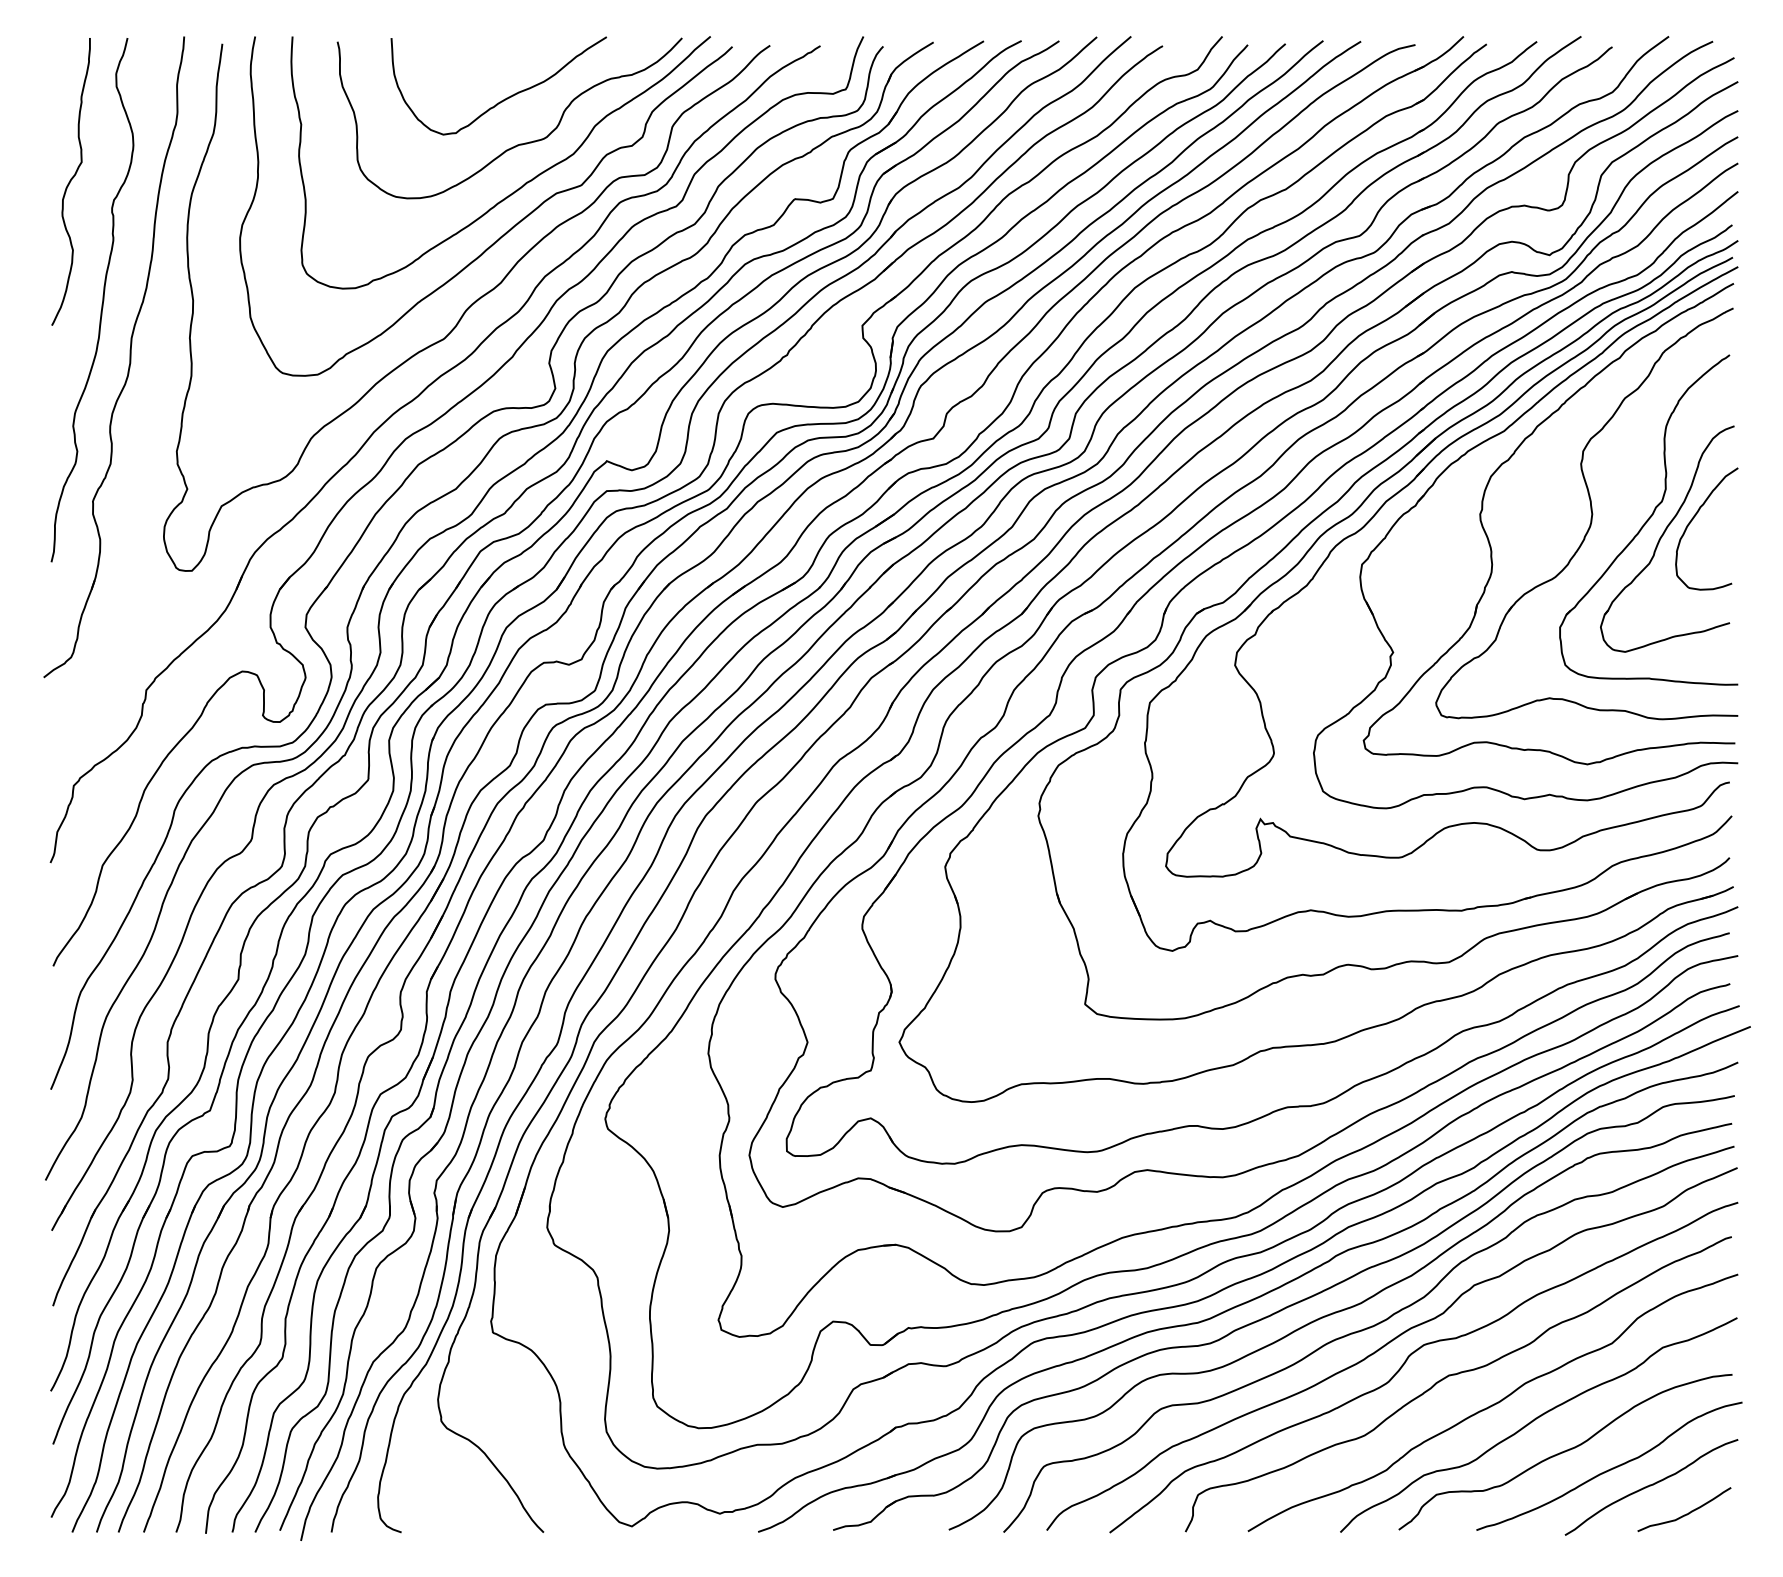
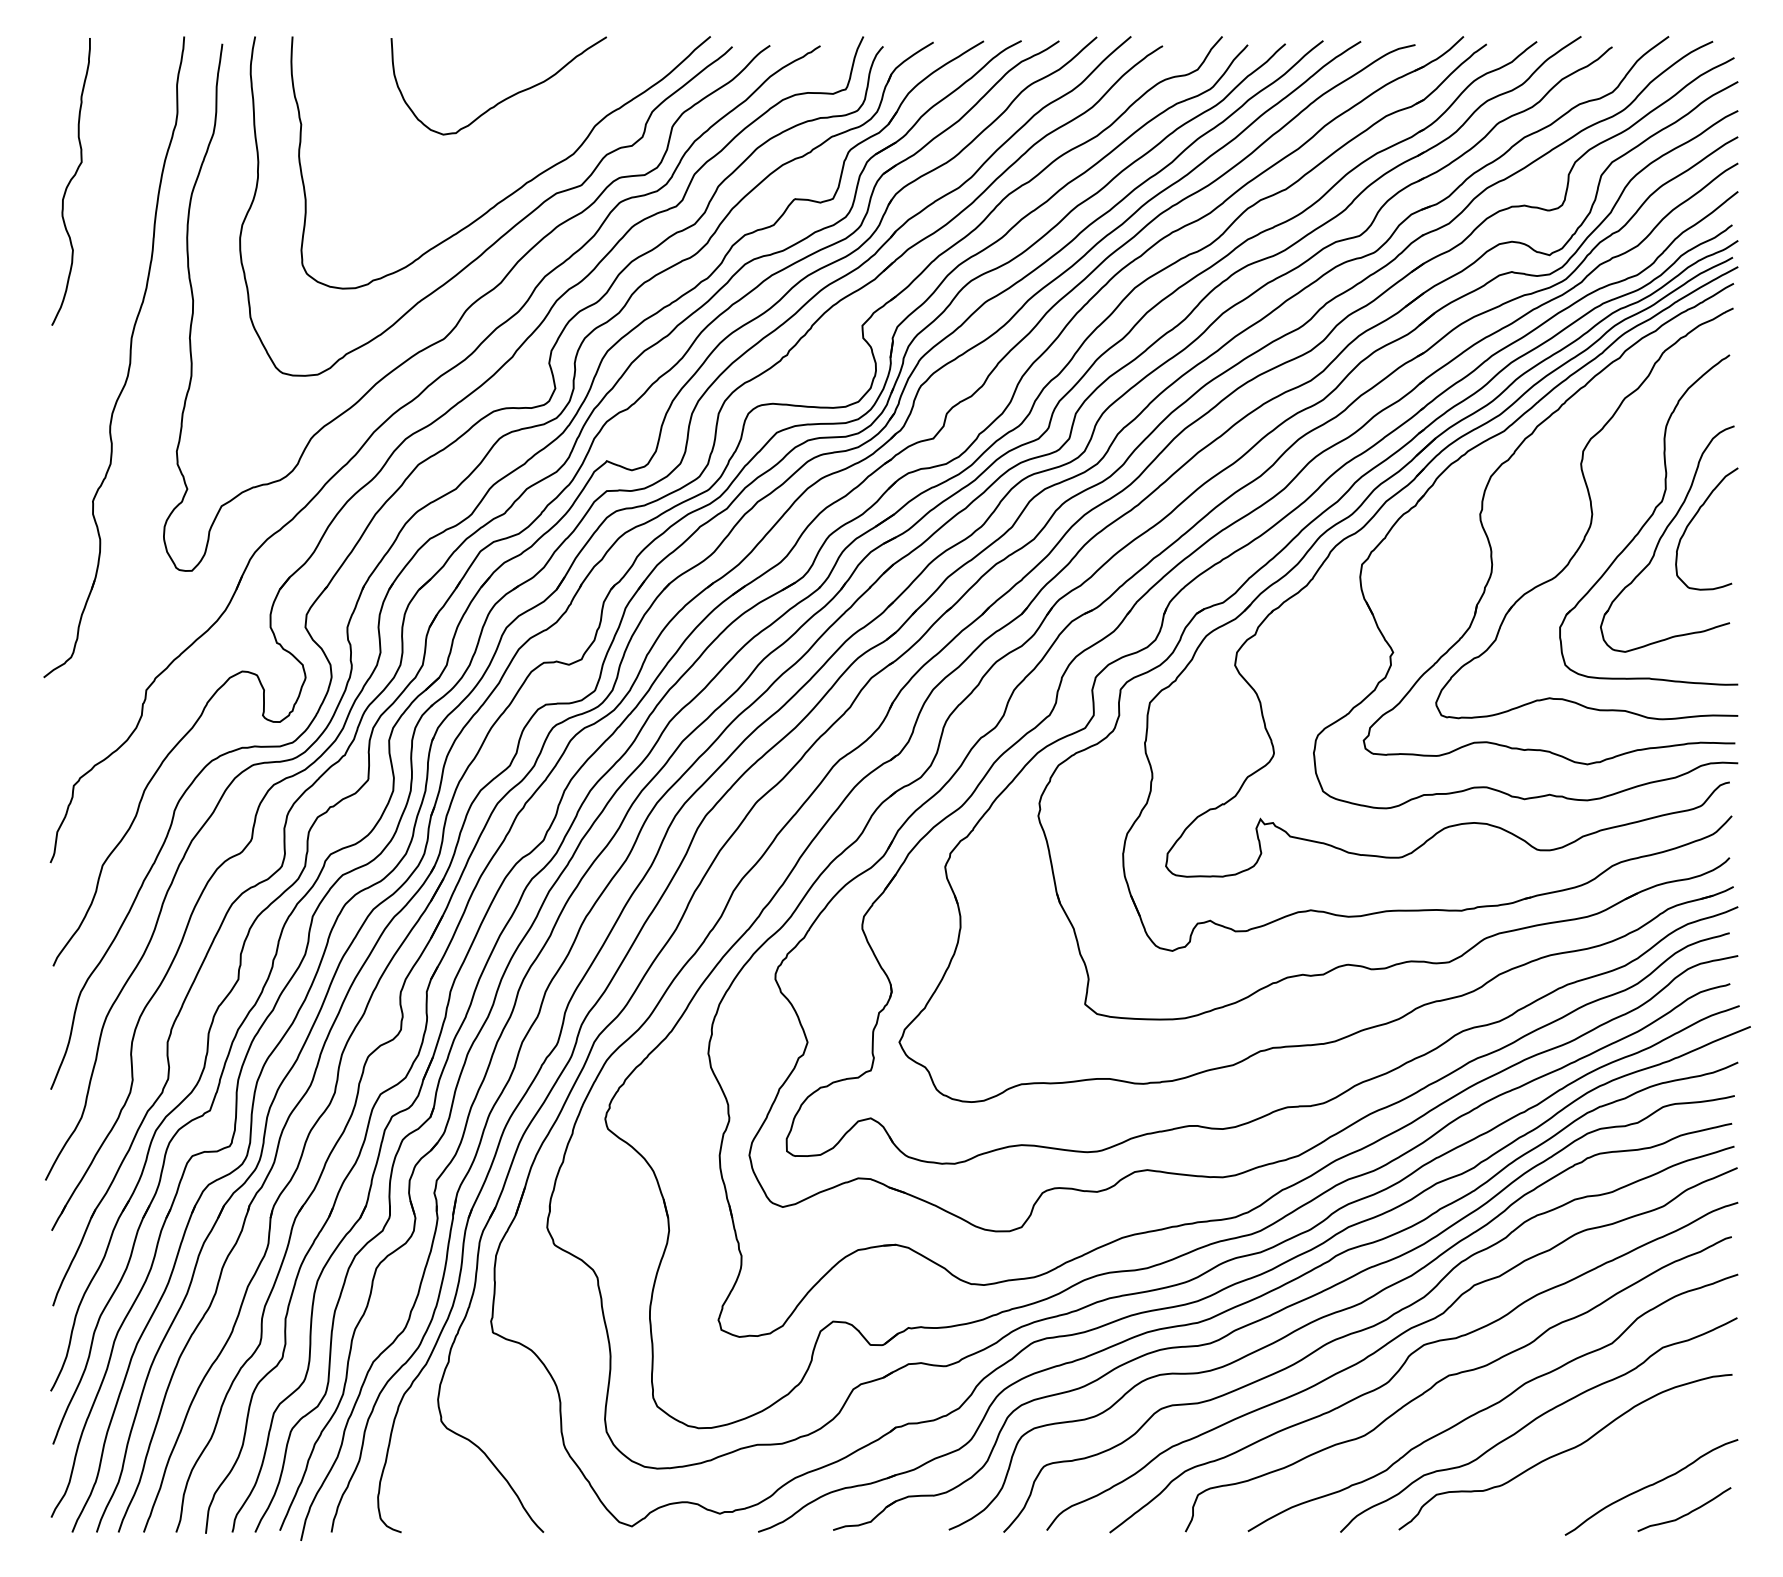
curve at (517, 144): present -> none
curve at (101, 304): present -> none
curve at (1610, 1468): present -> none
